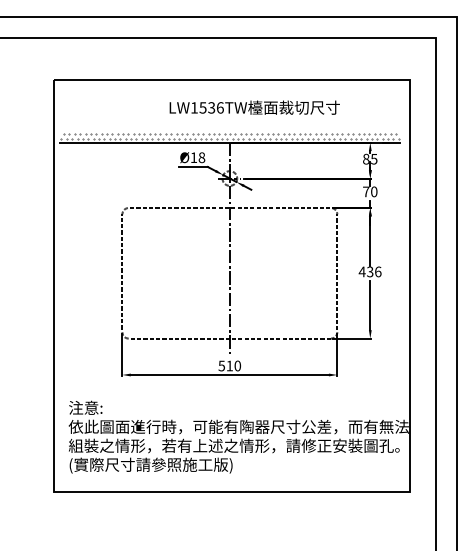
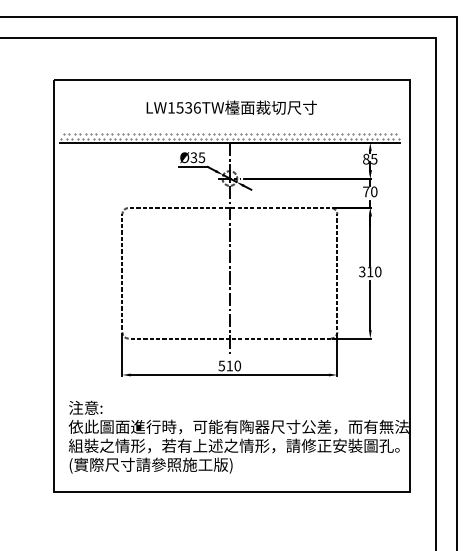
text at (254, 107) position: (254, 107) -> (231, 107)
text at (197, 157): 18 -> 35
text at (369, 271): 436 -> 310
